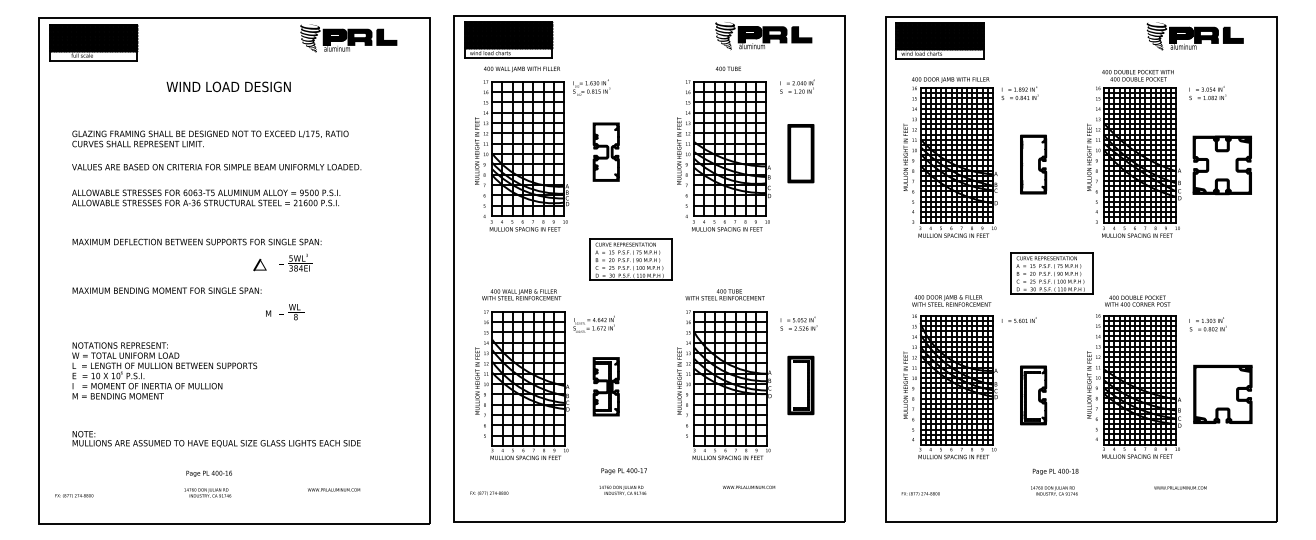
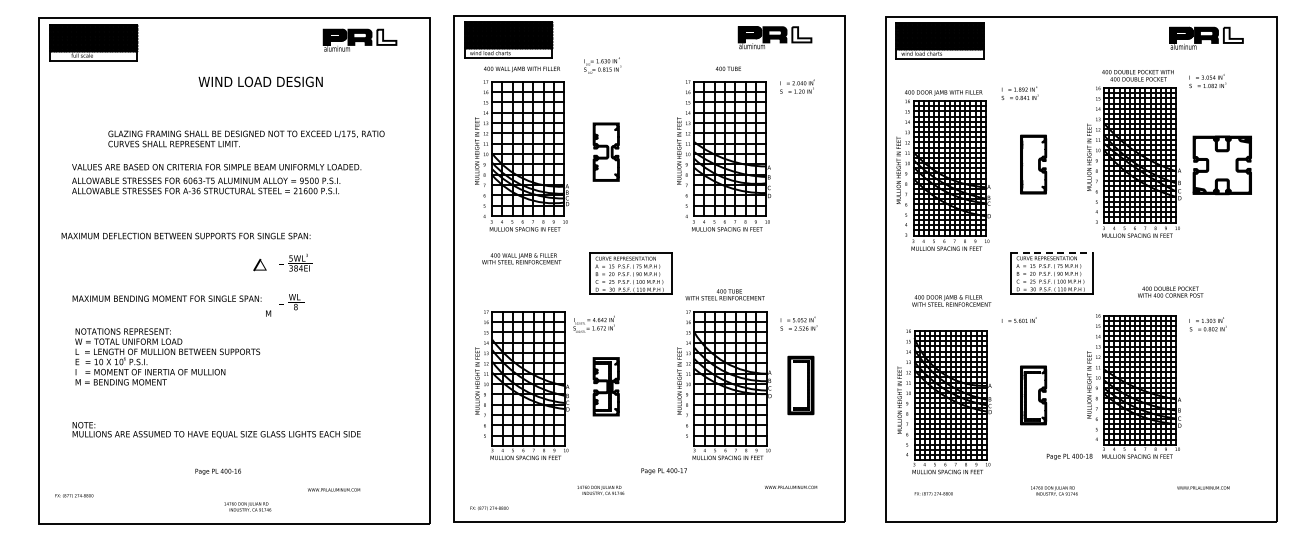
fill at (801, 34): present -> none
fill at (1232, 34): present -> none
fill at (725, 35): present -> none
fill at (386, 36): present -> none
fill at (1156, 36): present -> none
fill at (310, 38): present -> none
text at (228, 86) position: (228, 86) -> (260, 81)
text at (591, 87) position: (591, 87) -> (602, 65)
text at (1207, 92) position: (1207, 92) -> (1207, 80)
text at (210, 138) position: (210, 138) -> (246, 138)
part at (800, 153): present -> none
part at (950, 157) position: (950, 157) -> (943, 170)
text at (206, 197) position: (206, 197) -> (206, 185)
text at (196, 241) position: (196, 241) -> (185, 235)
line at (1052, 252): solid -> dashed
part at (630, 259) position: (630, 259) -> (630, 273)
text at (166, 290) position: (166, 290) -> (166, 298)
text at (521, 294) position: (521, 294) -> (521, 258)
text at (1137, 300) position: (1137, 300) -> (1170, 291)
text at (291, 312) position: (291, 312) -> (291, 302)
text at (164, 370) position: (164, 370) -> (167, 356)
part at (950, 386) position: (950, 386) -> (944, 401)
part at (1222, 393): present -> none
text at (216, 439) position: (216, 439) -> (216, 430)
text at (623, 471) position: (623, 471) -> (663, 471)
text at (1055, 471) position: (1055, 471) -> (1069, 456)
text at (208, 473) position: (208, 473) -> (217, 471)
text at (749, 486) position: (749, 486) -> (791, 486)
text at (1180, 487) position: (1180, 487) -> (1203, 487)
text at (622, 490) position: (622, 490) -> (600, 490)
text at (207, 492) position: (207, 492) -> (247, 506)
text at (489, 493) position: (489, 493) -> (489, 508)
text at (920, 493) position: (920, 493) -> (933, 493)
